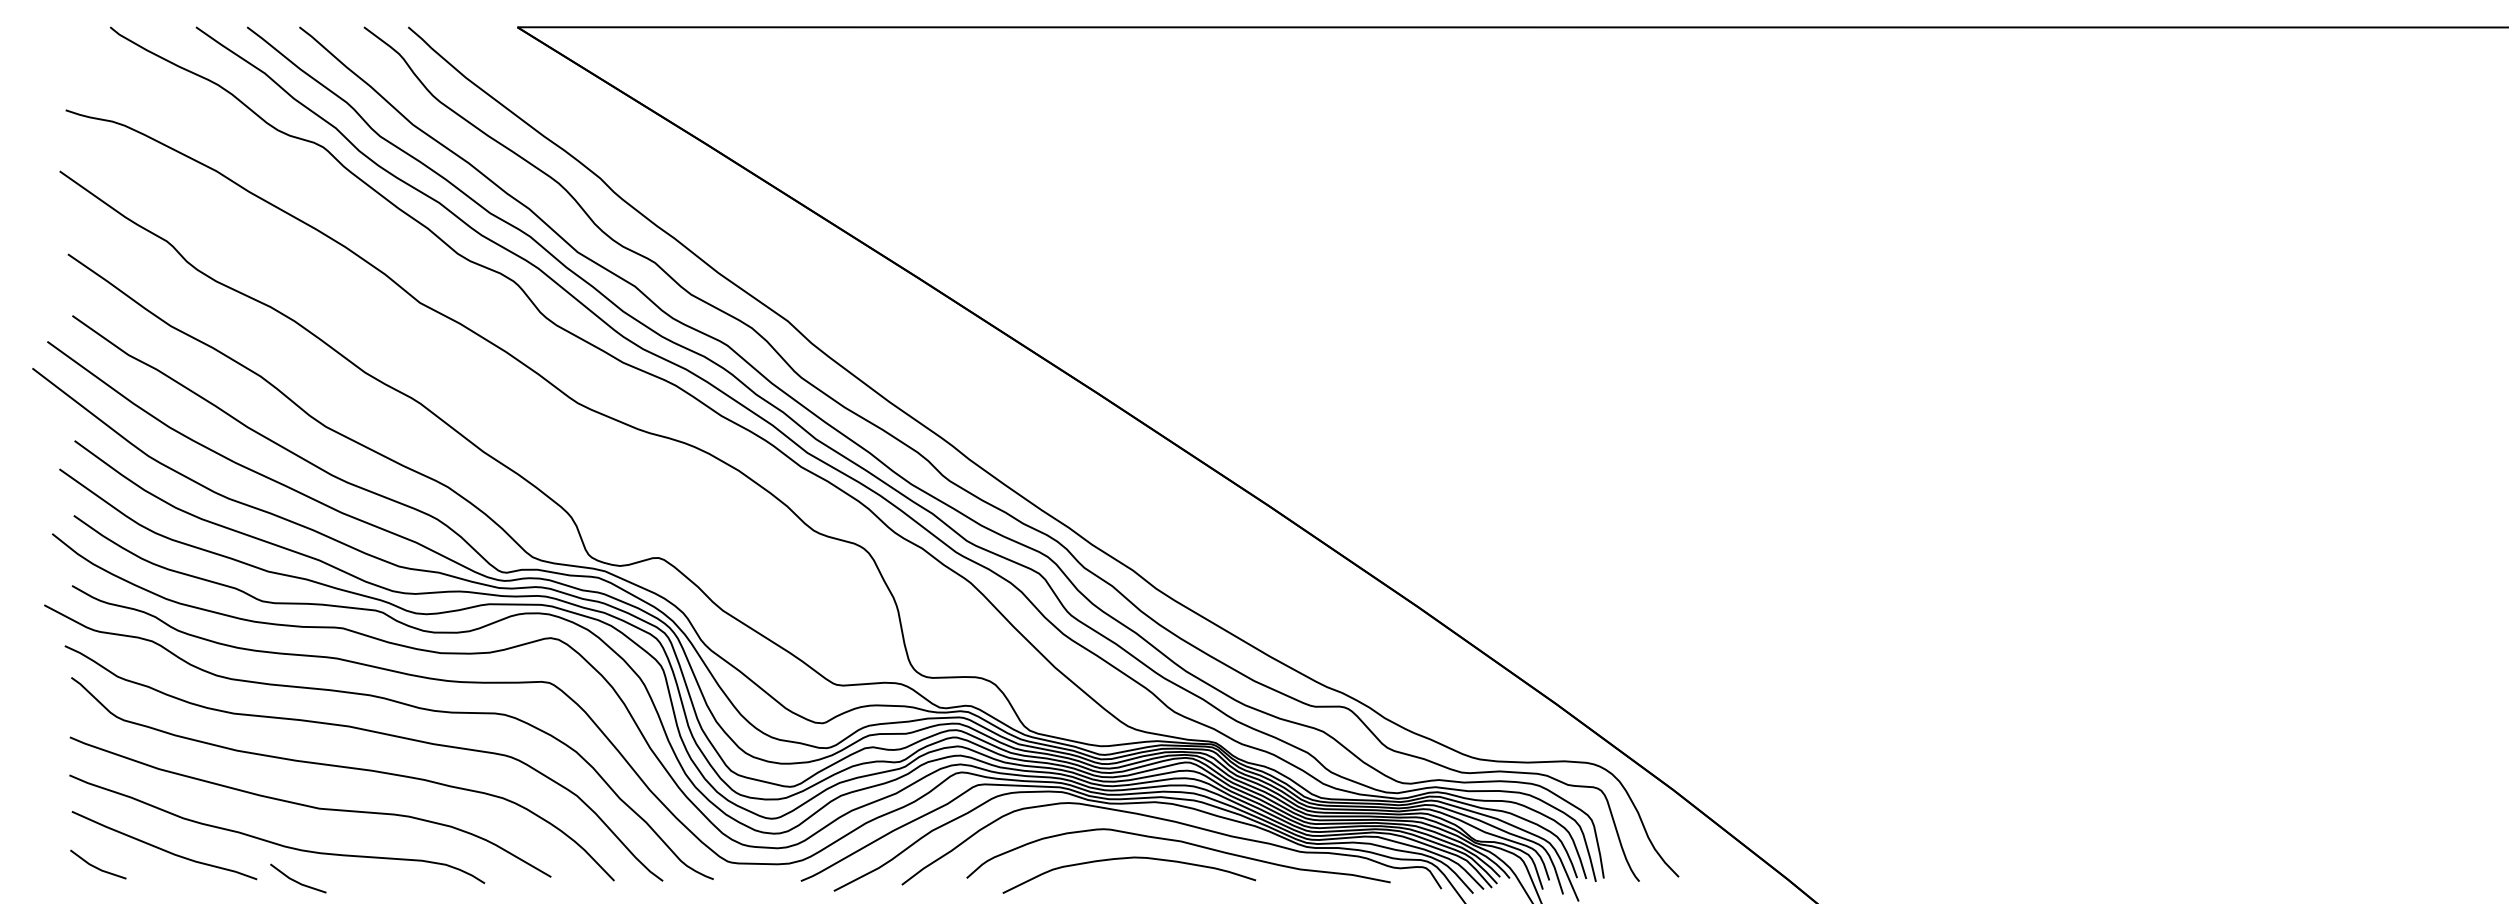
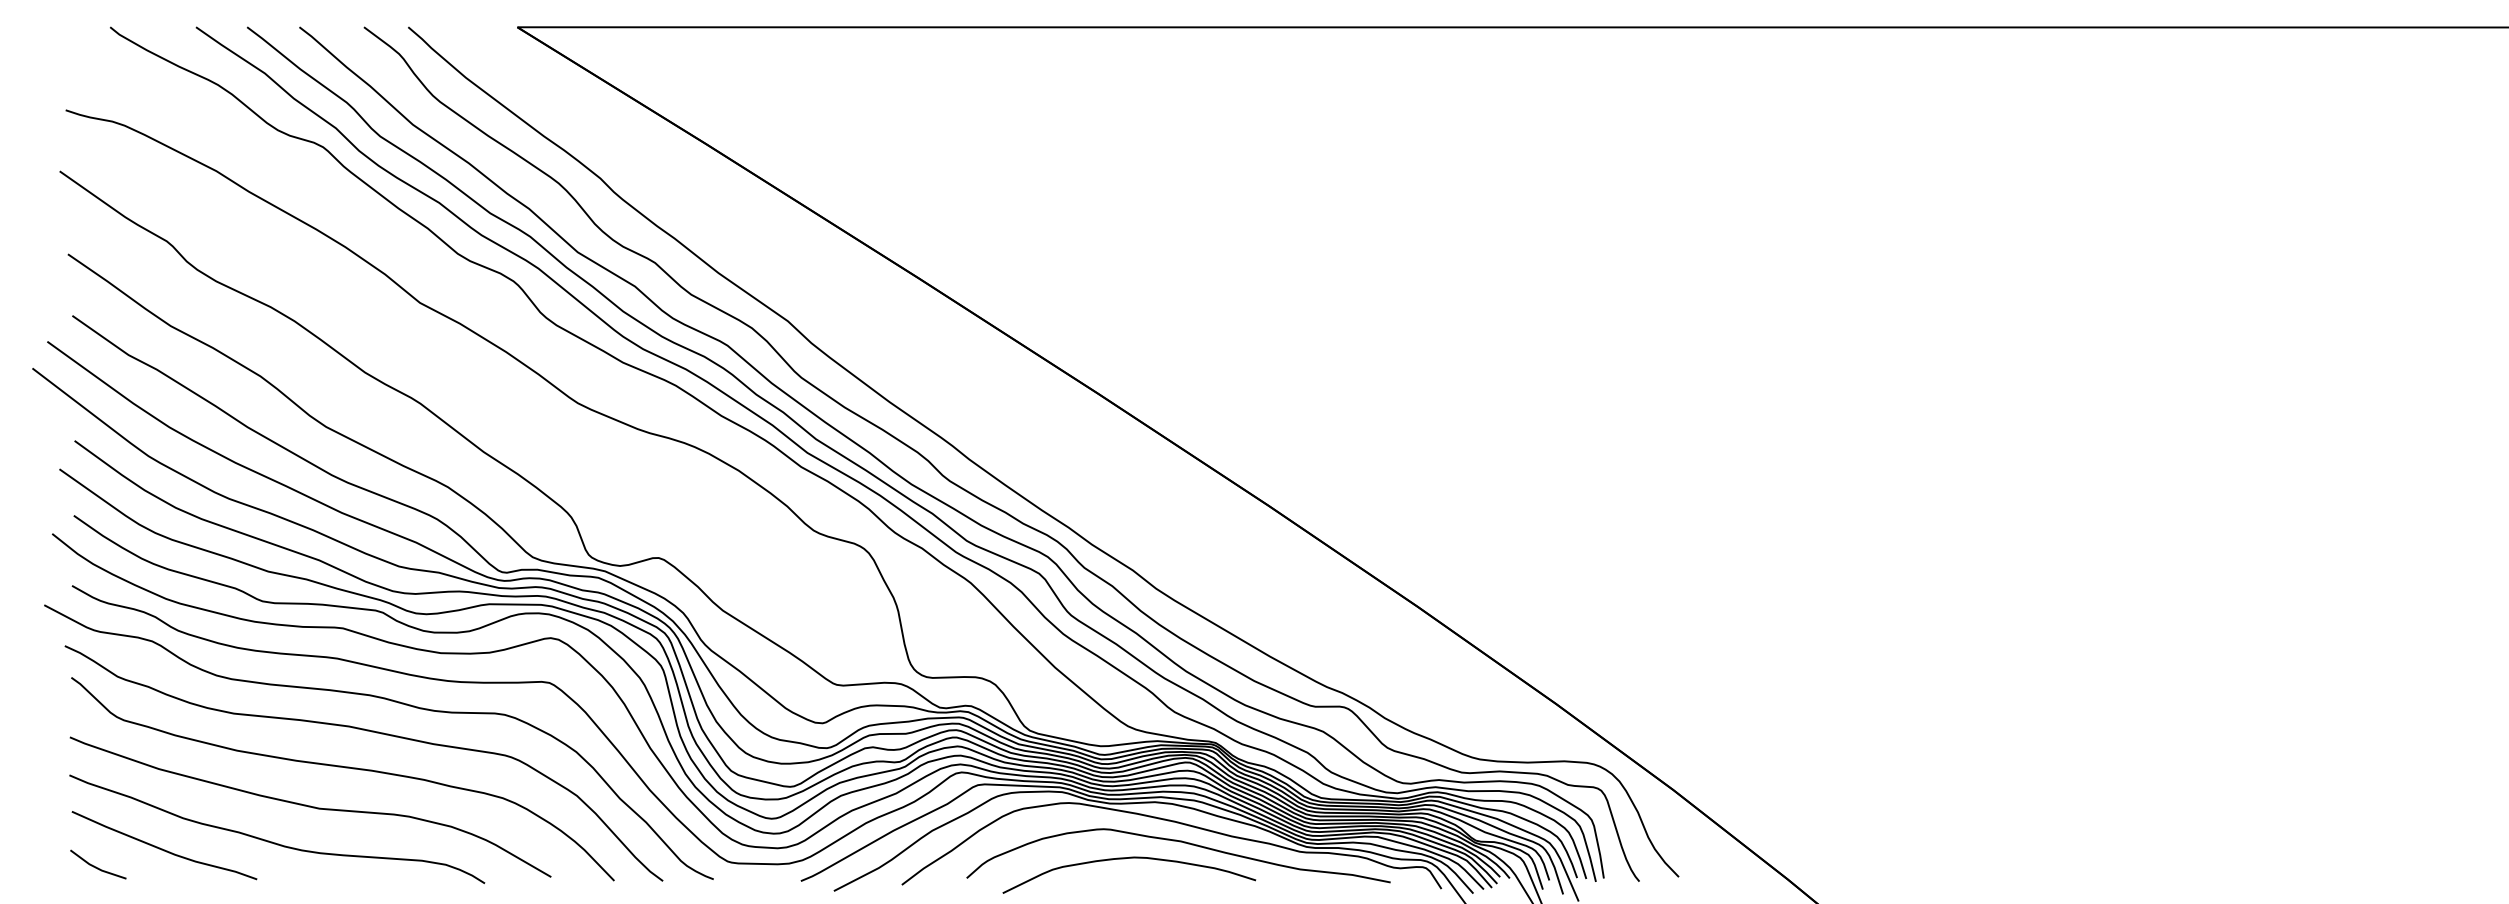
line at (296, 880): present -> none
